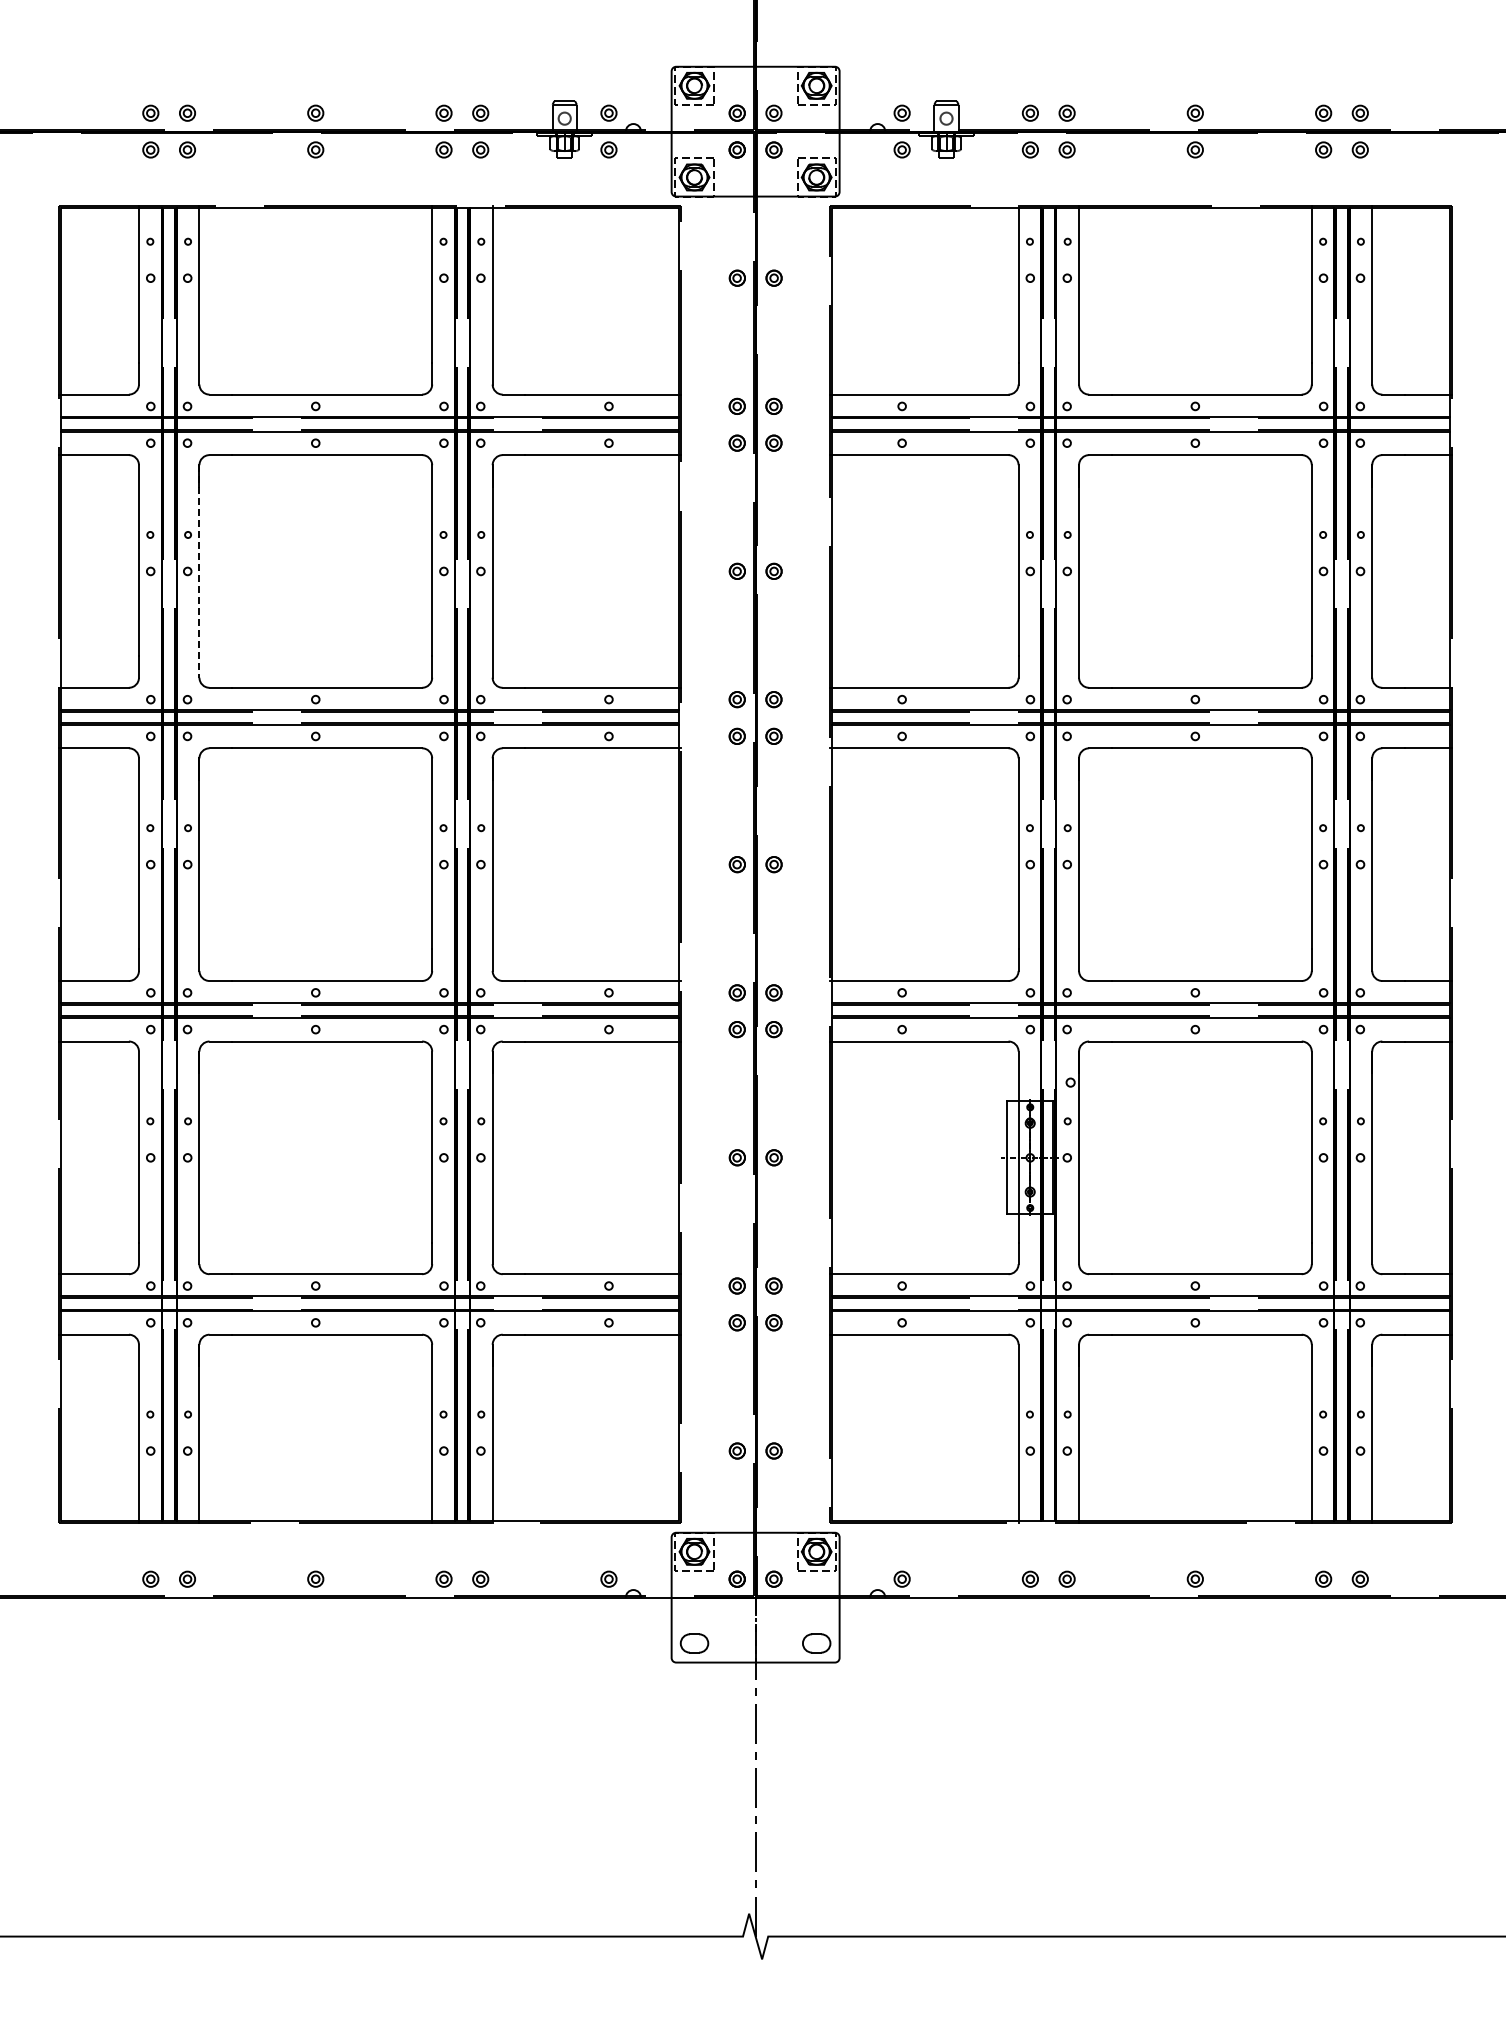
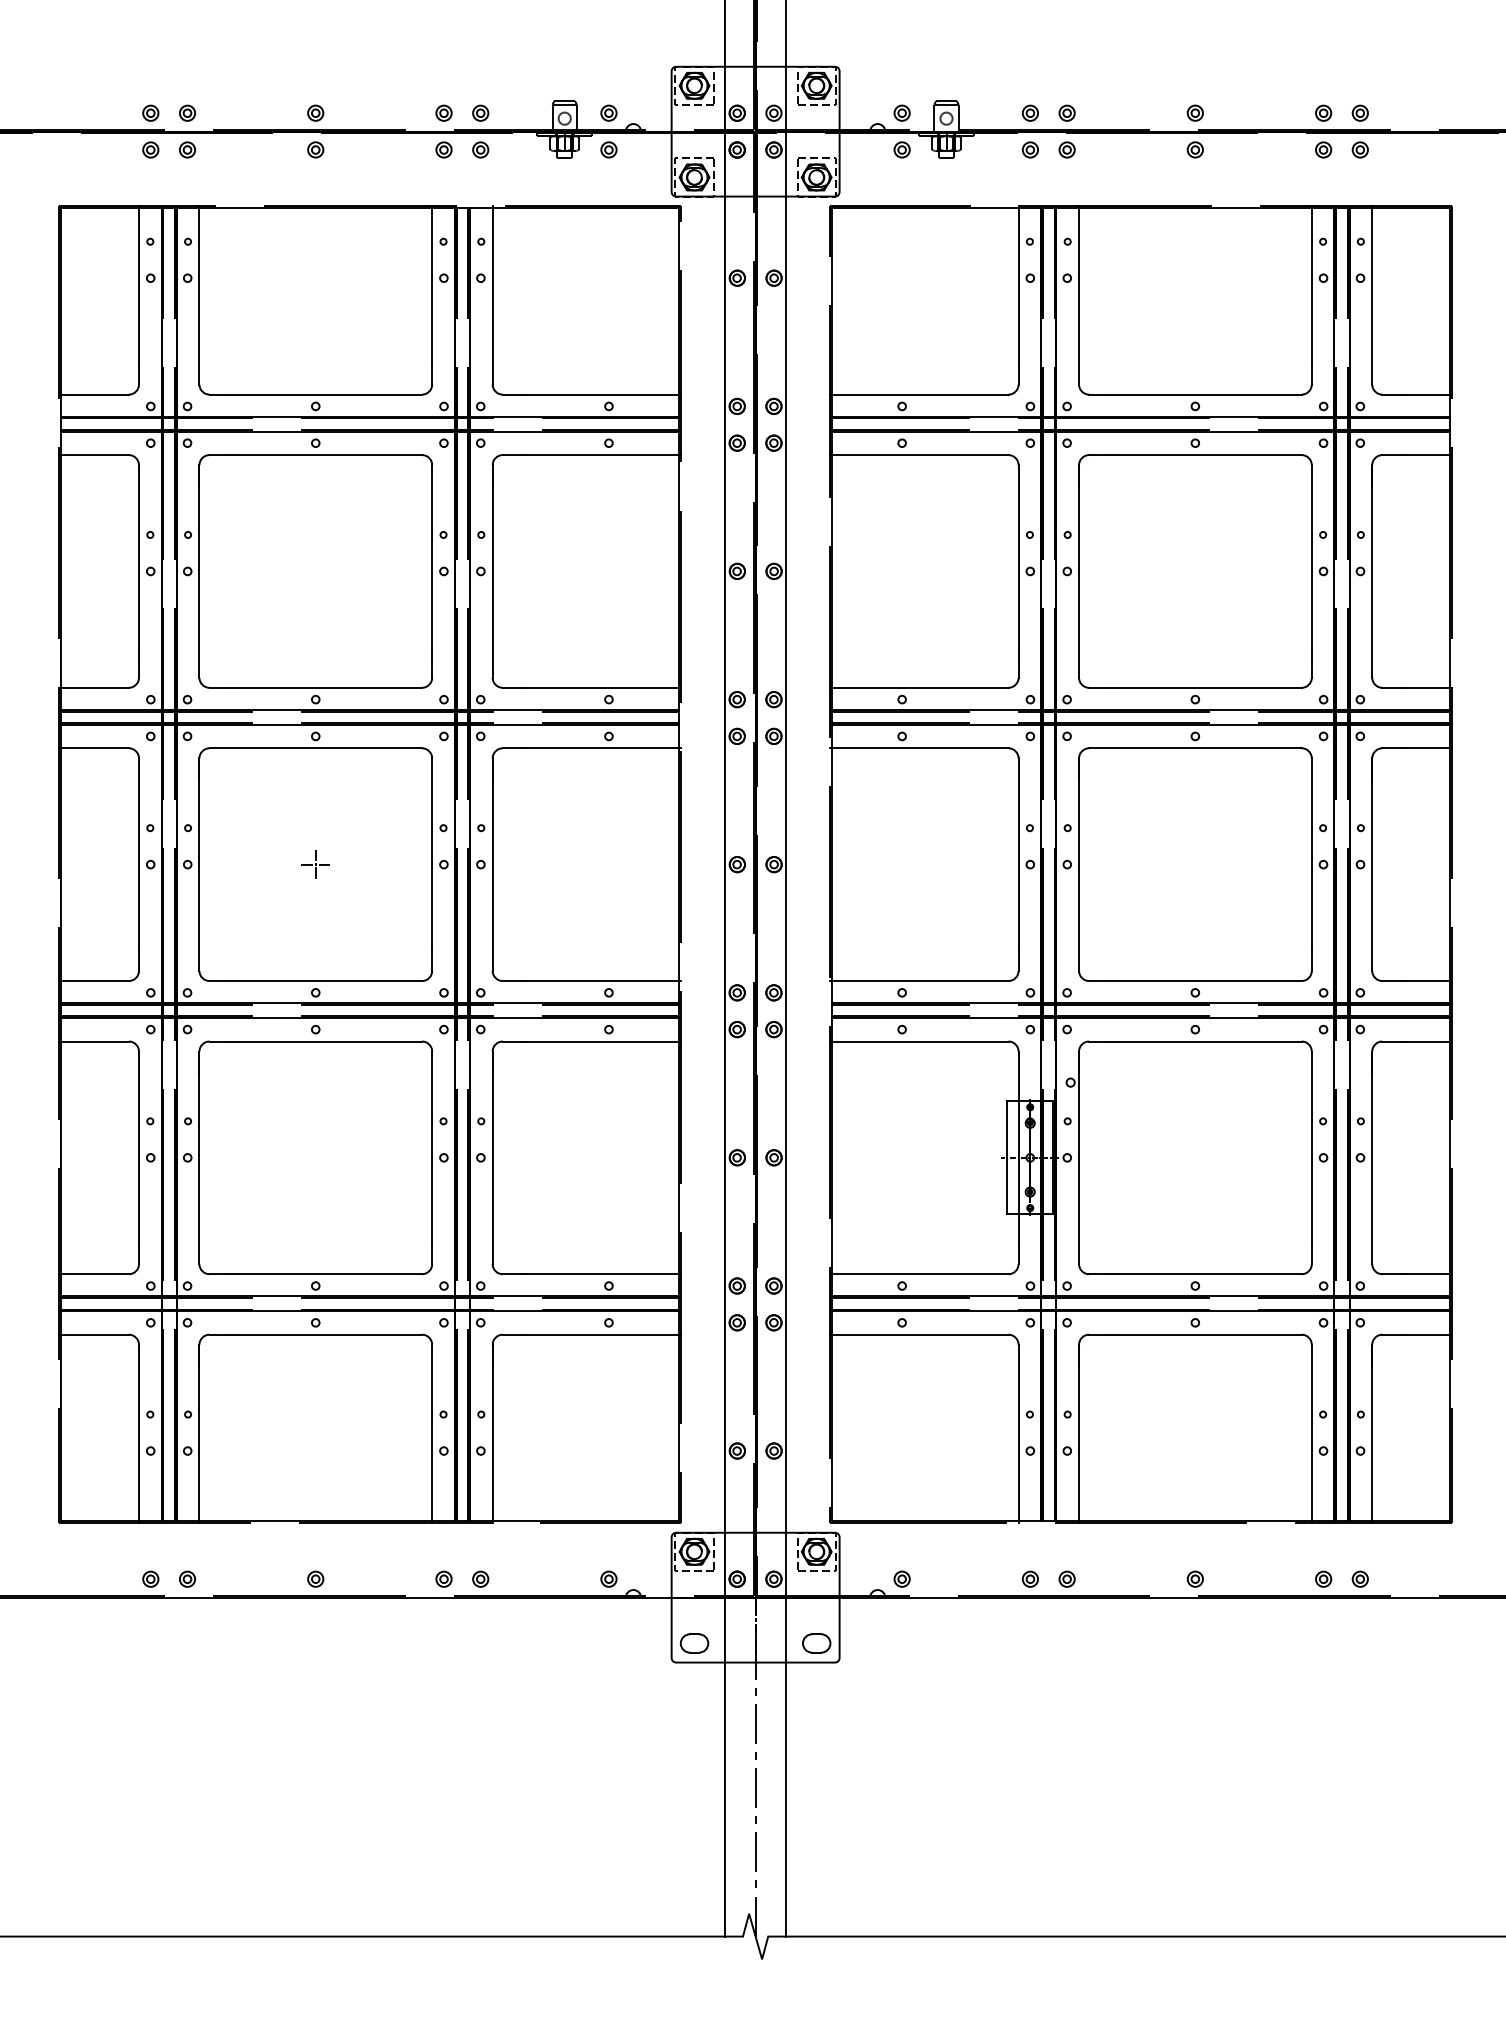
line at (199, 571): dashed -> solid
part at (315, 864): none -> present
line at (725, 969): none -> present
line at (786, 969): none -> present
